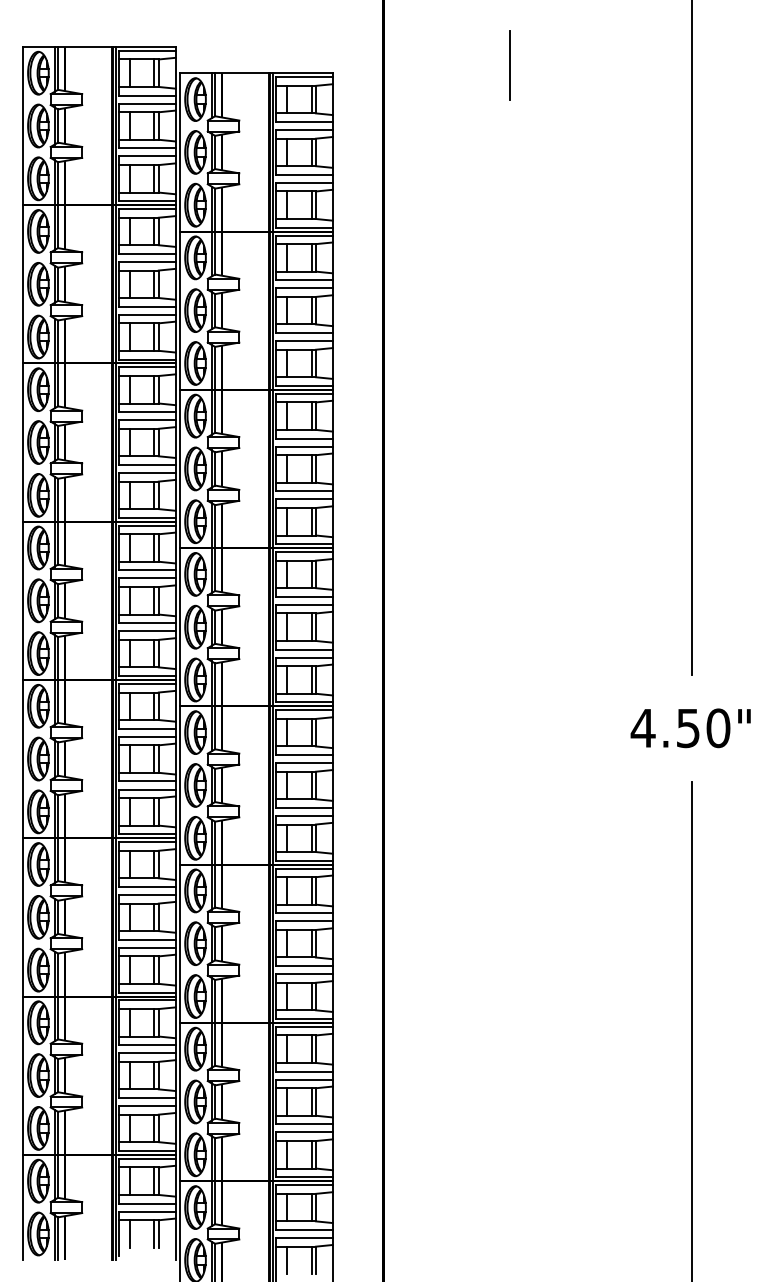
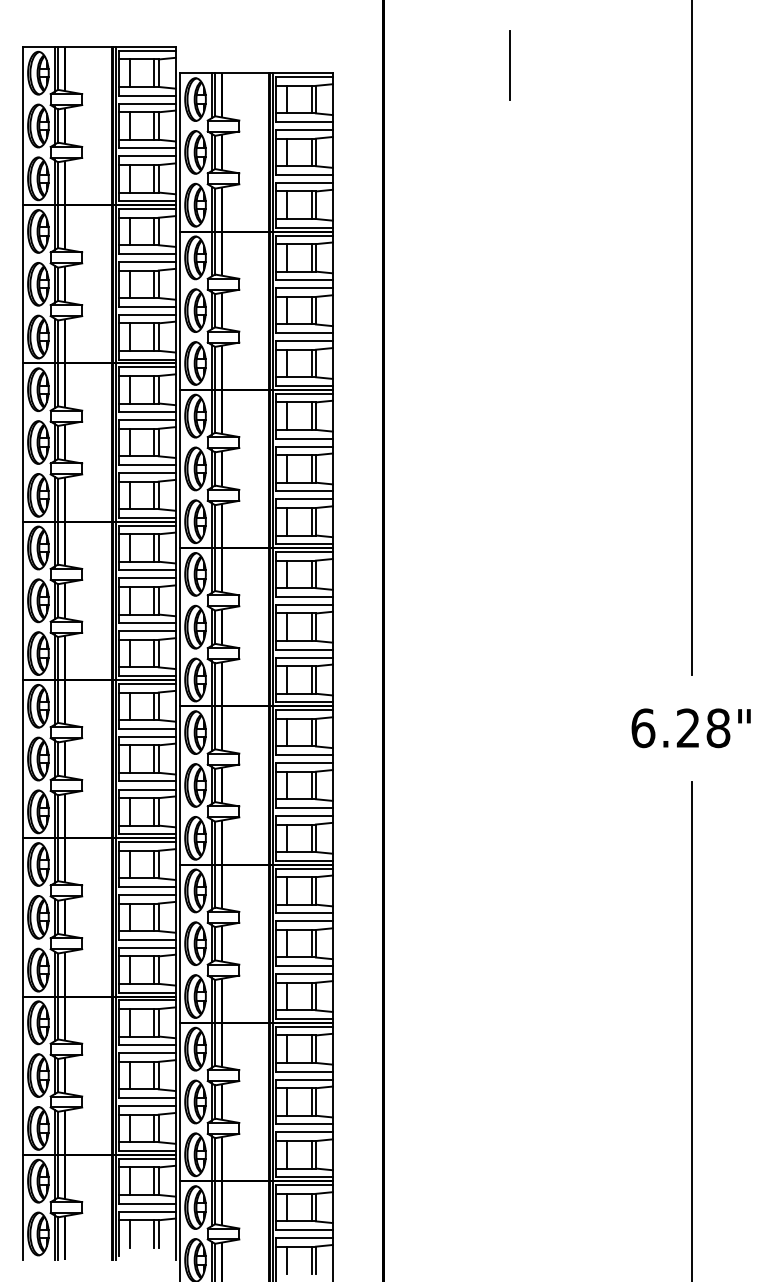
text at (680, 728): 4.50" -> 6.28"
